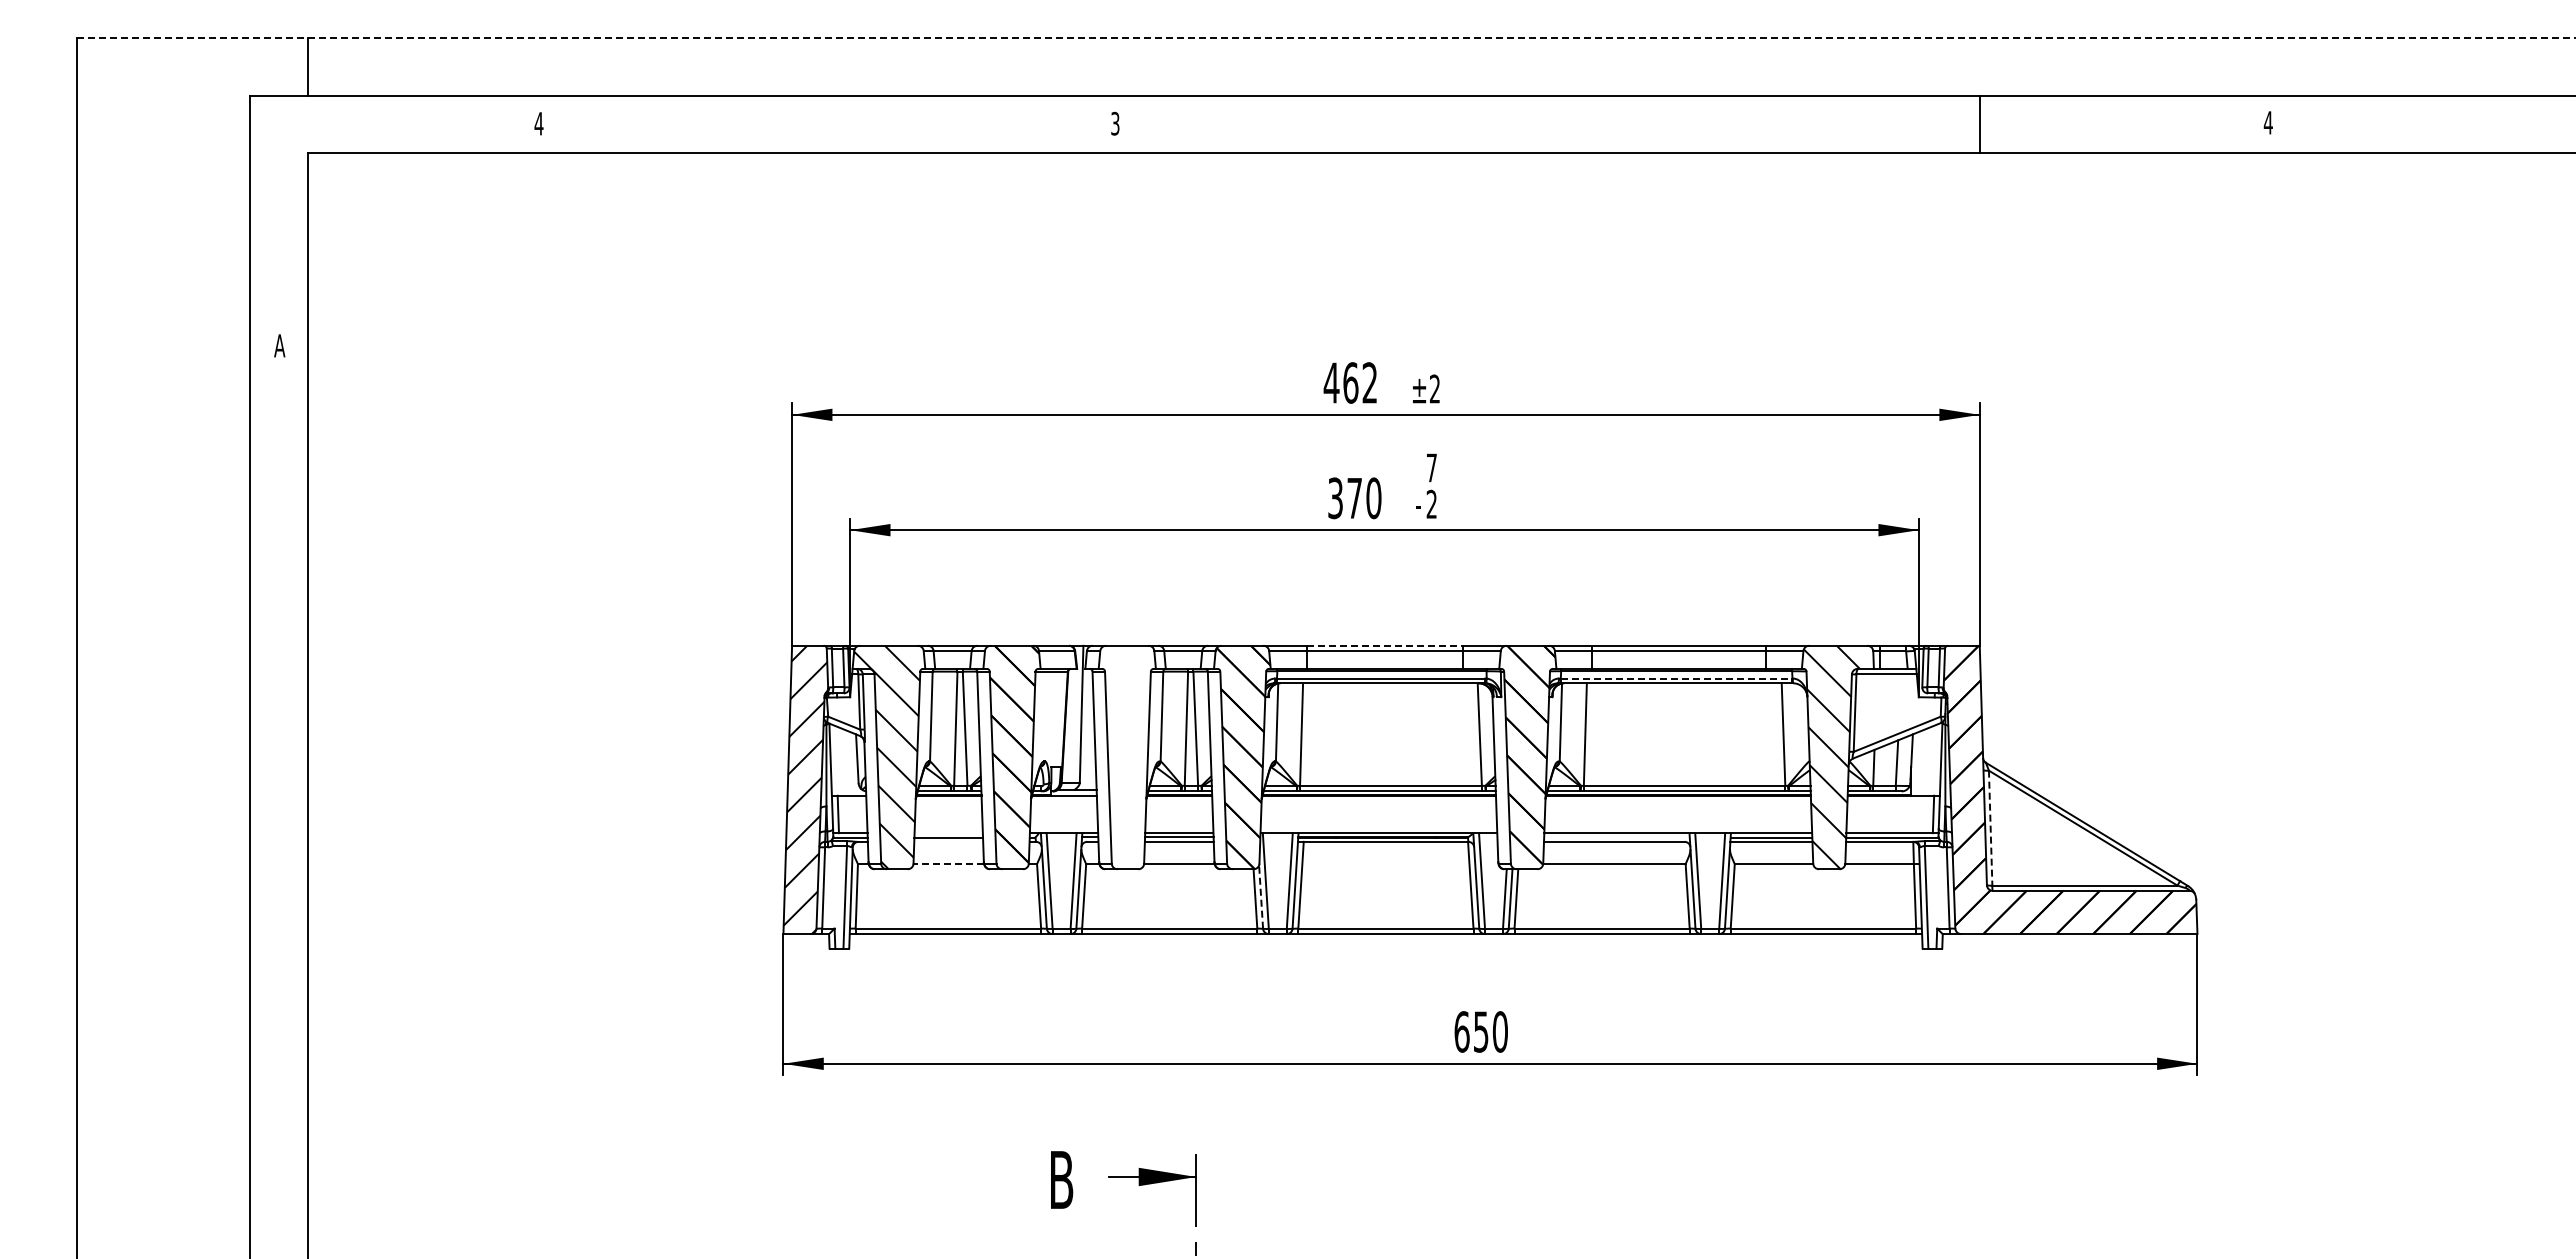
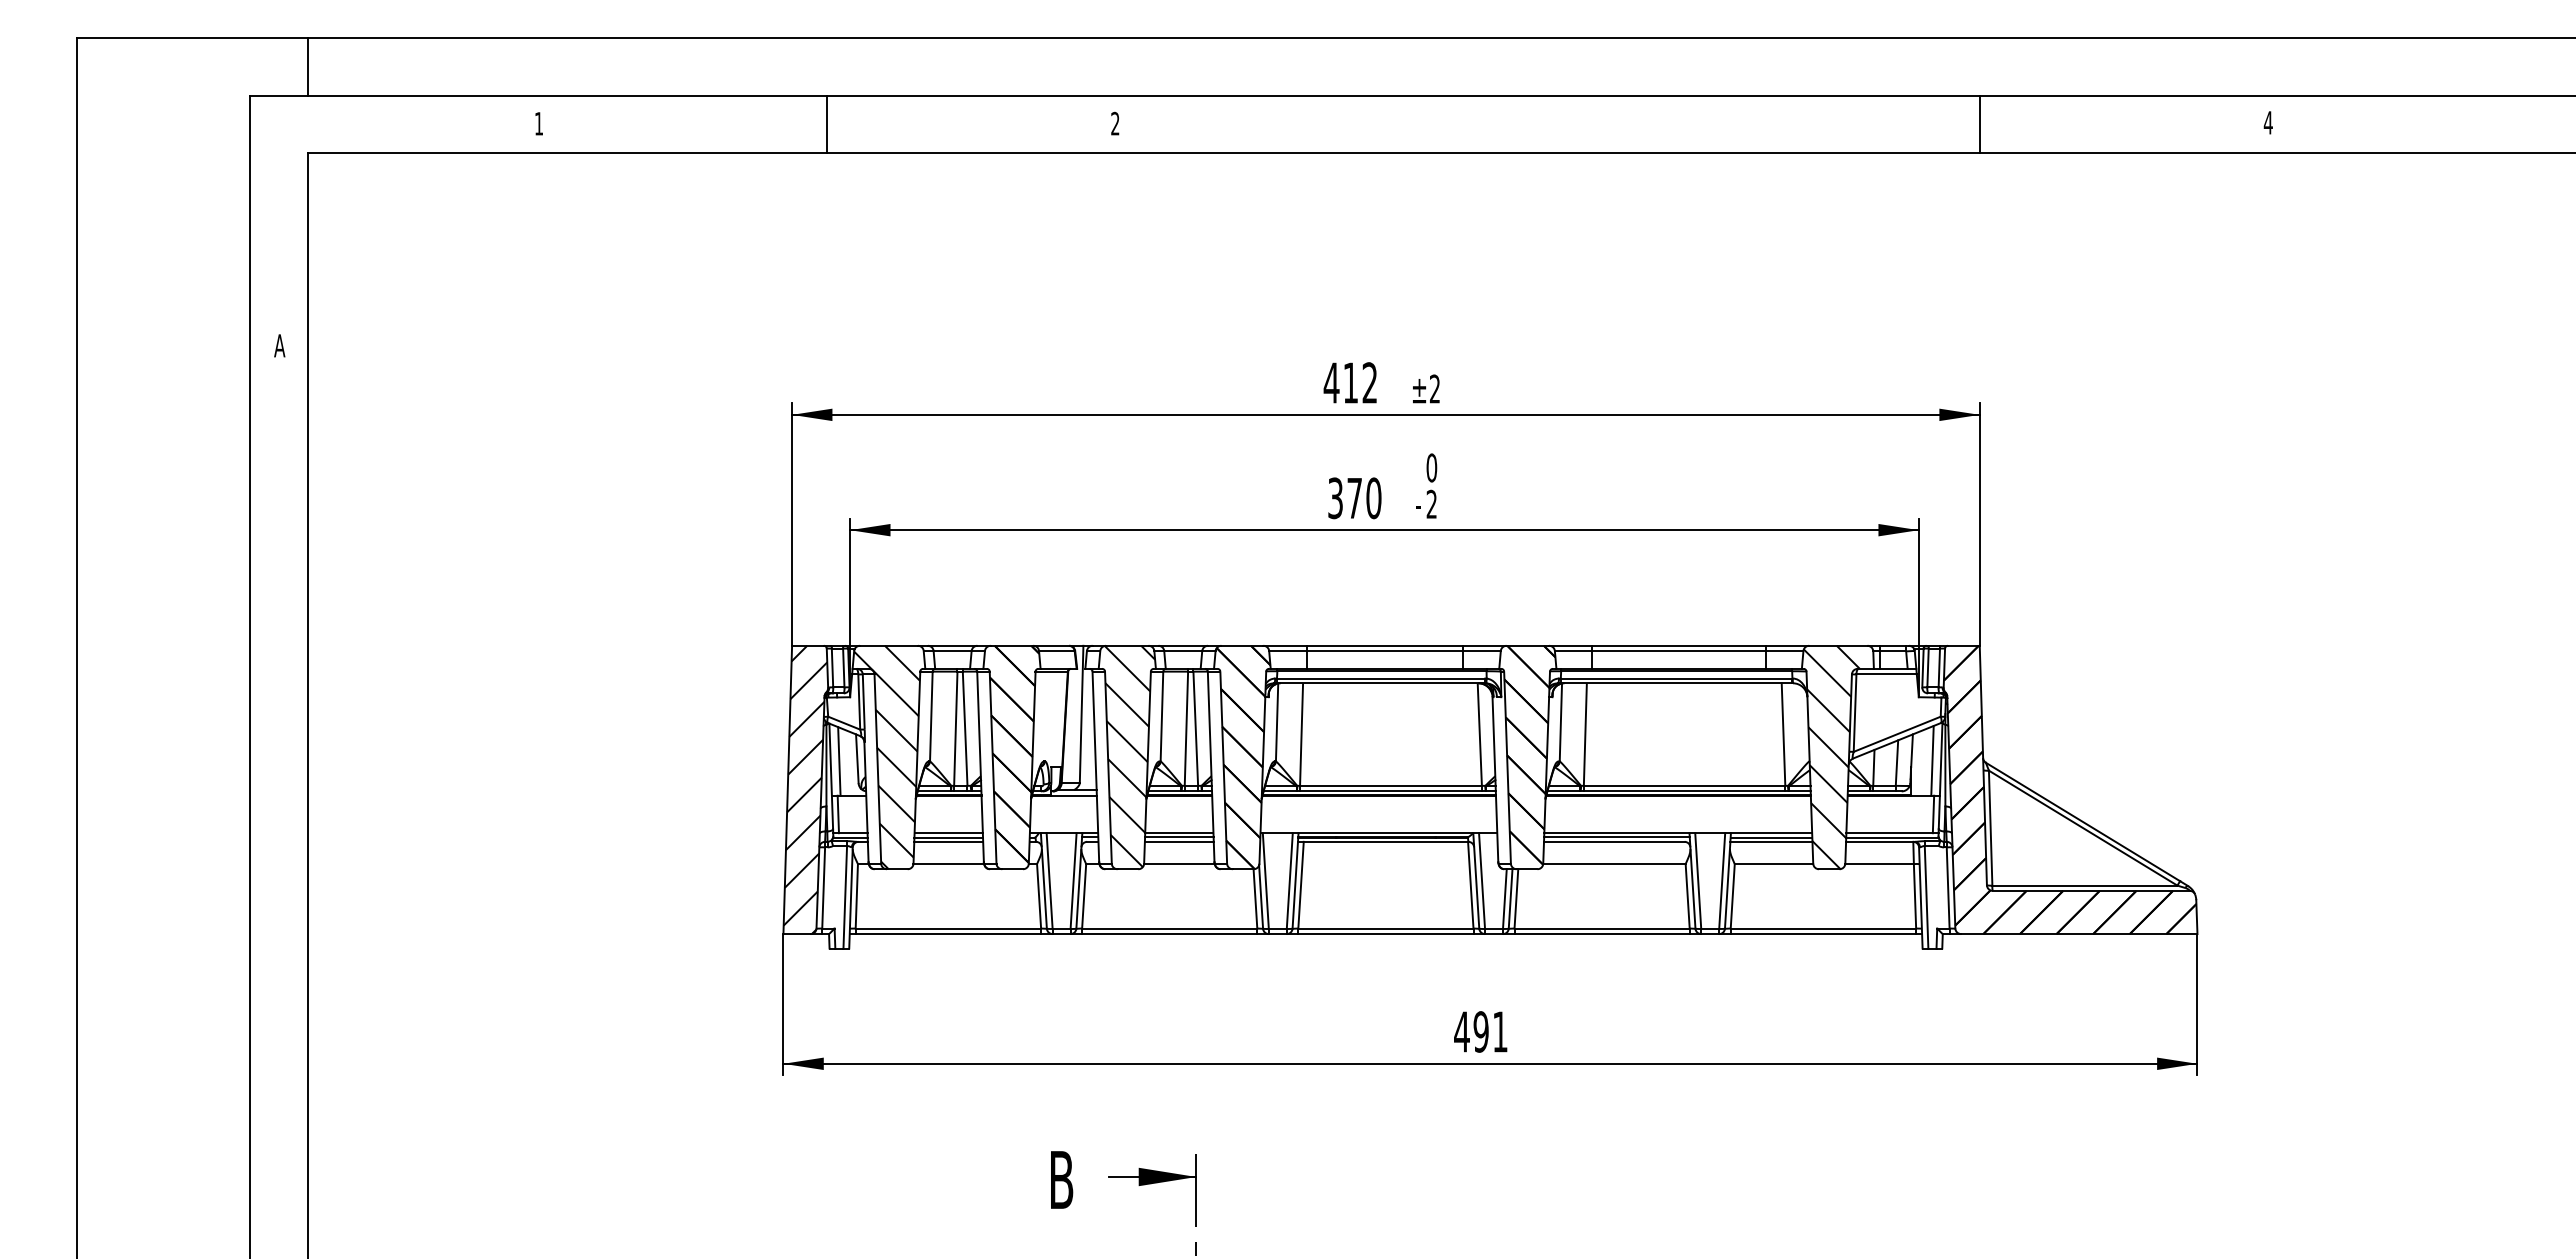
line at (1326, 37): dashed -> solid
text at (538, 123): 4 -> 1
text at (1115, 123): 3 -> 2
line at (826, 124): none -> present
text at (1350, 382): 462 -> 412
text at (1431, 467): 7 -> 0
line at (1385, 645): dashed -> solid
line at (1676, 678): dashed -> solid
hatch at (1129, 756): none -> present
line at (1932, 760): none -> present
line at (839, 761): none -> present
line at (1990, 828): dashed -> solid
line at (948, 833): none -> present
line at (1616, 837): none -> present
line at (948, 841): none -> present
line at (948, 864): dashed -> solid
line at (1261, 896): dashed -> solid
text at (1480, 1031): 650 -> 491
